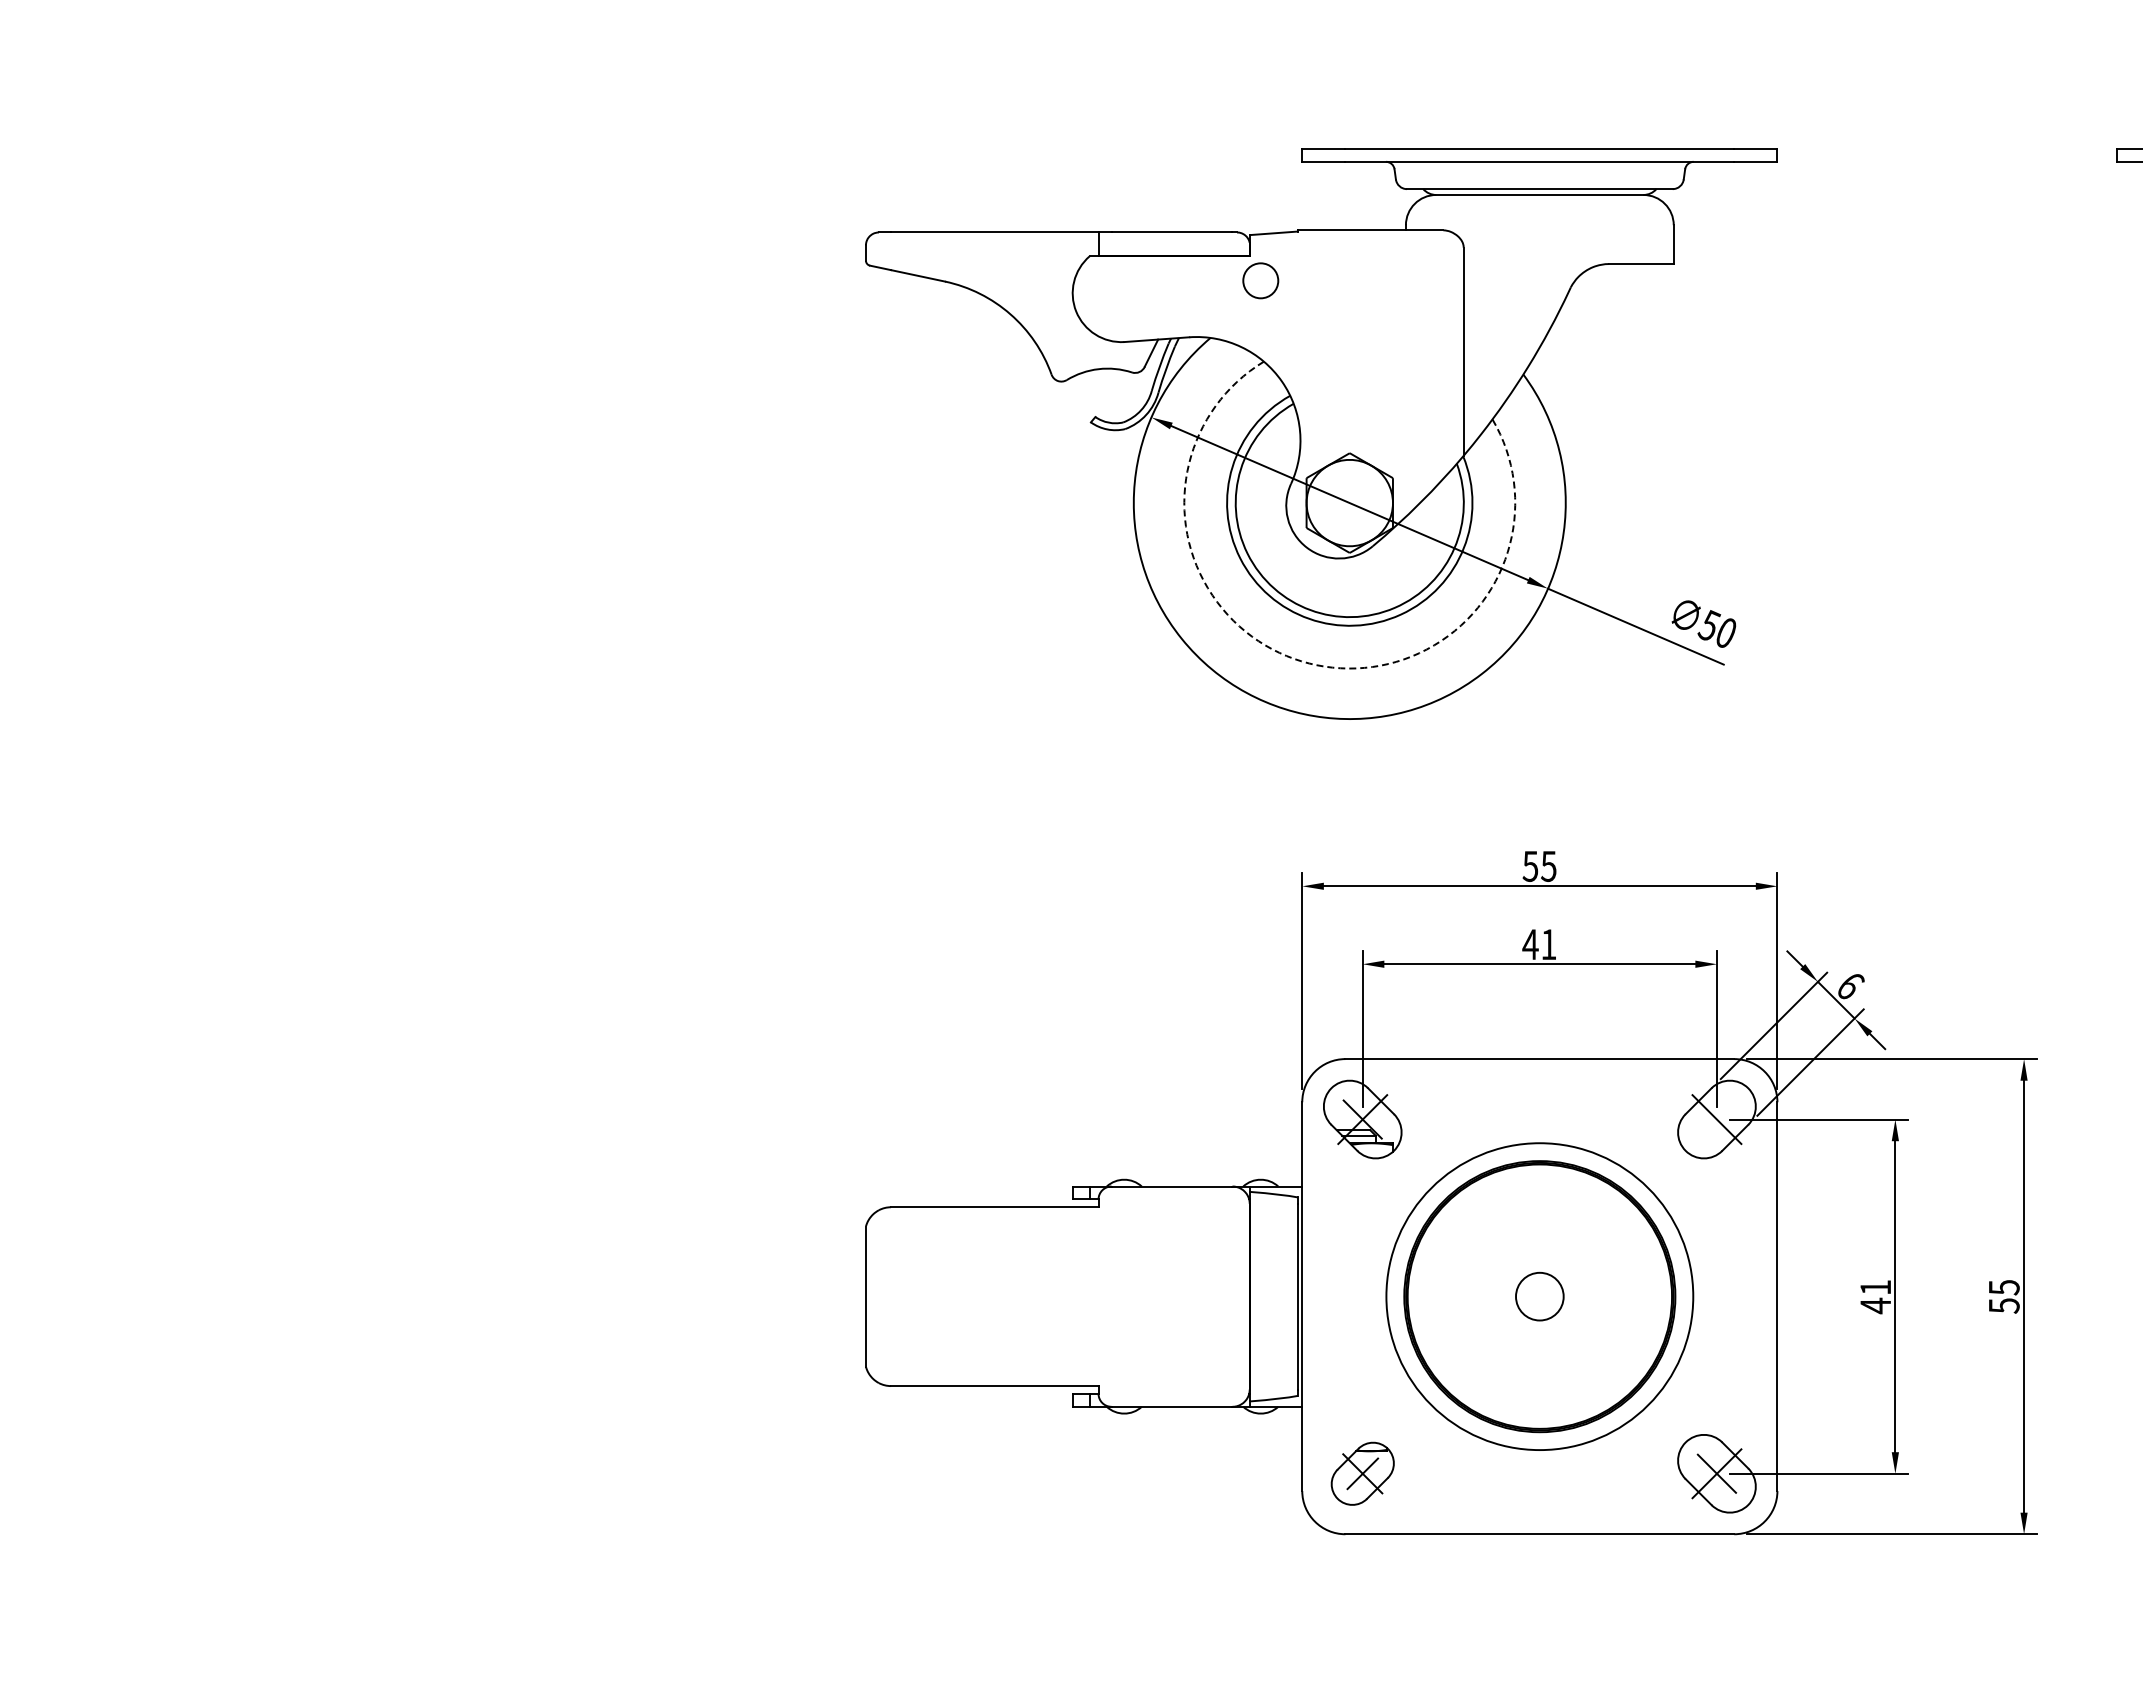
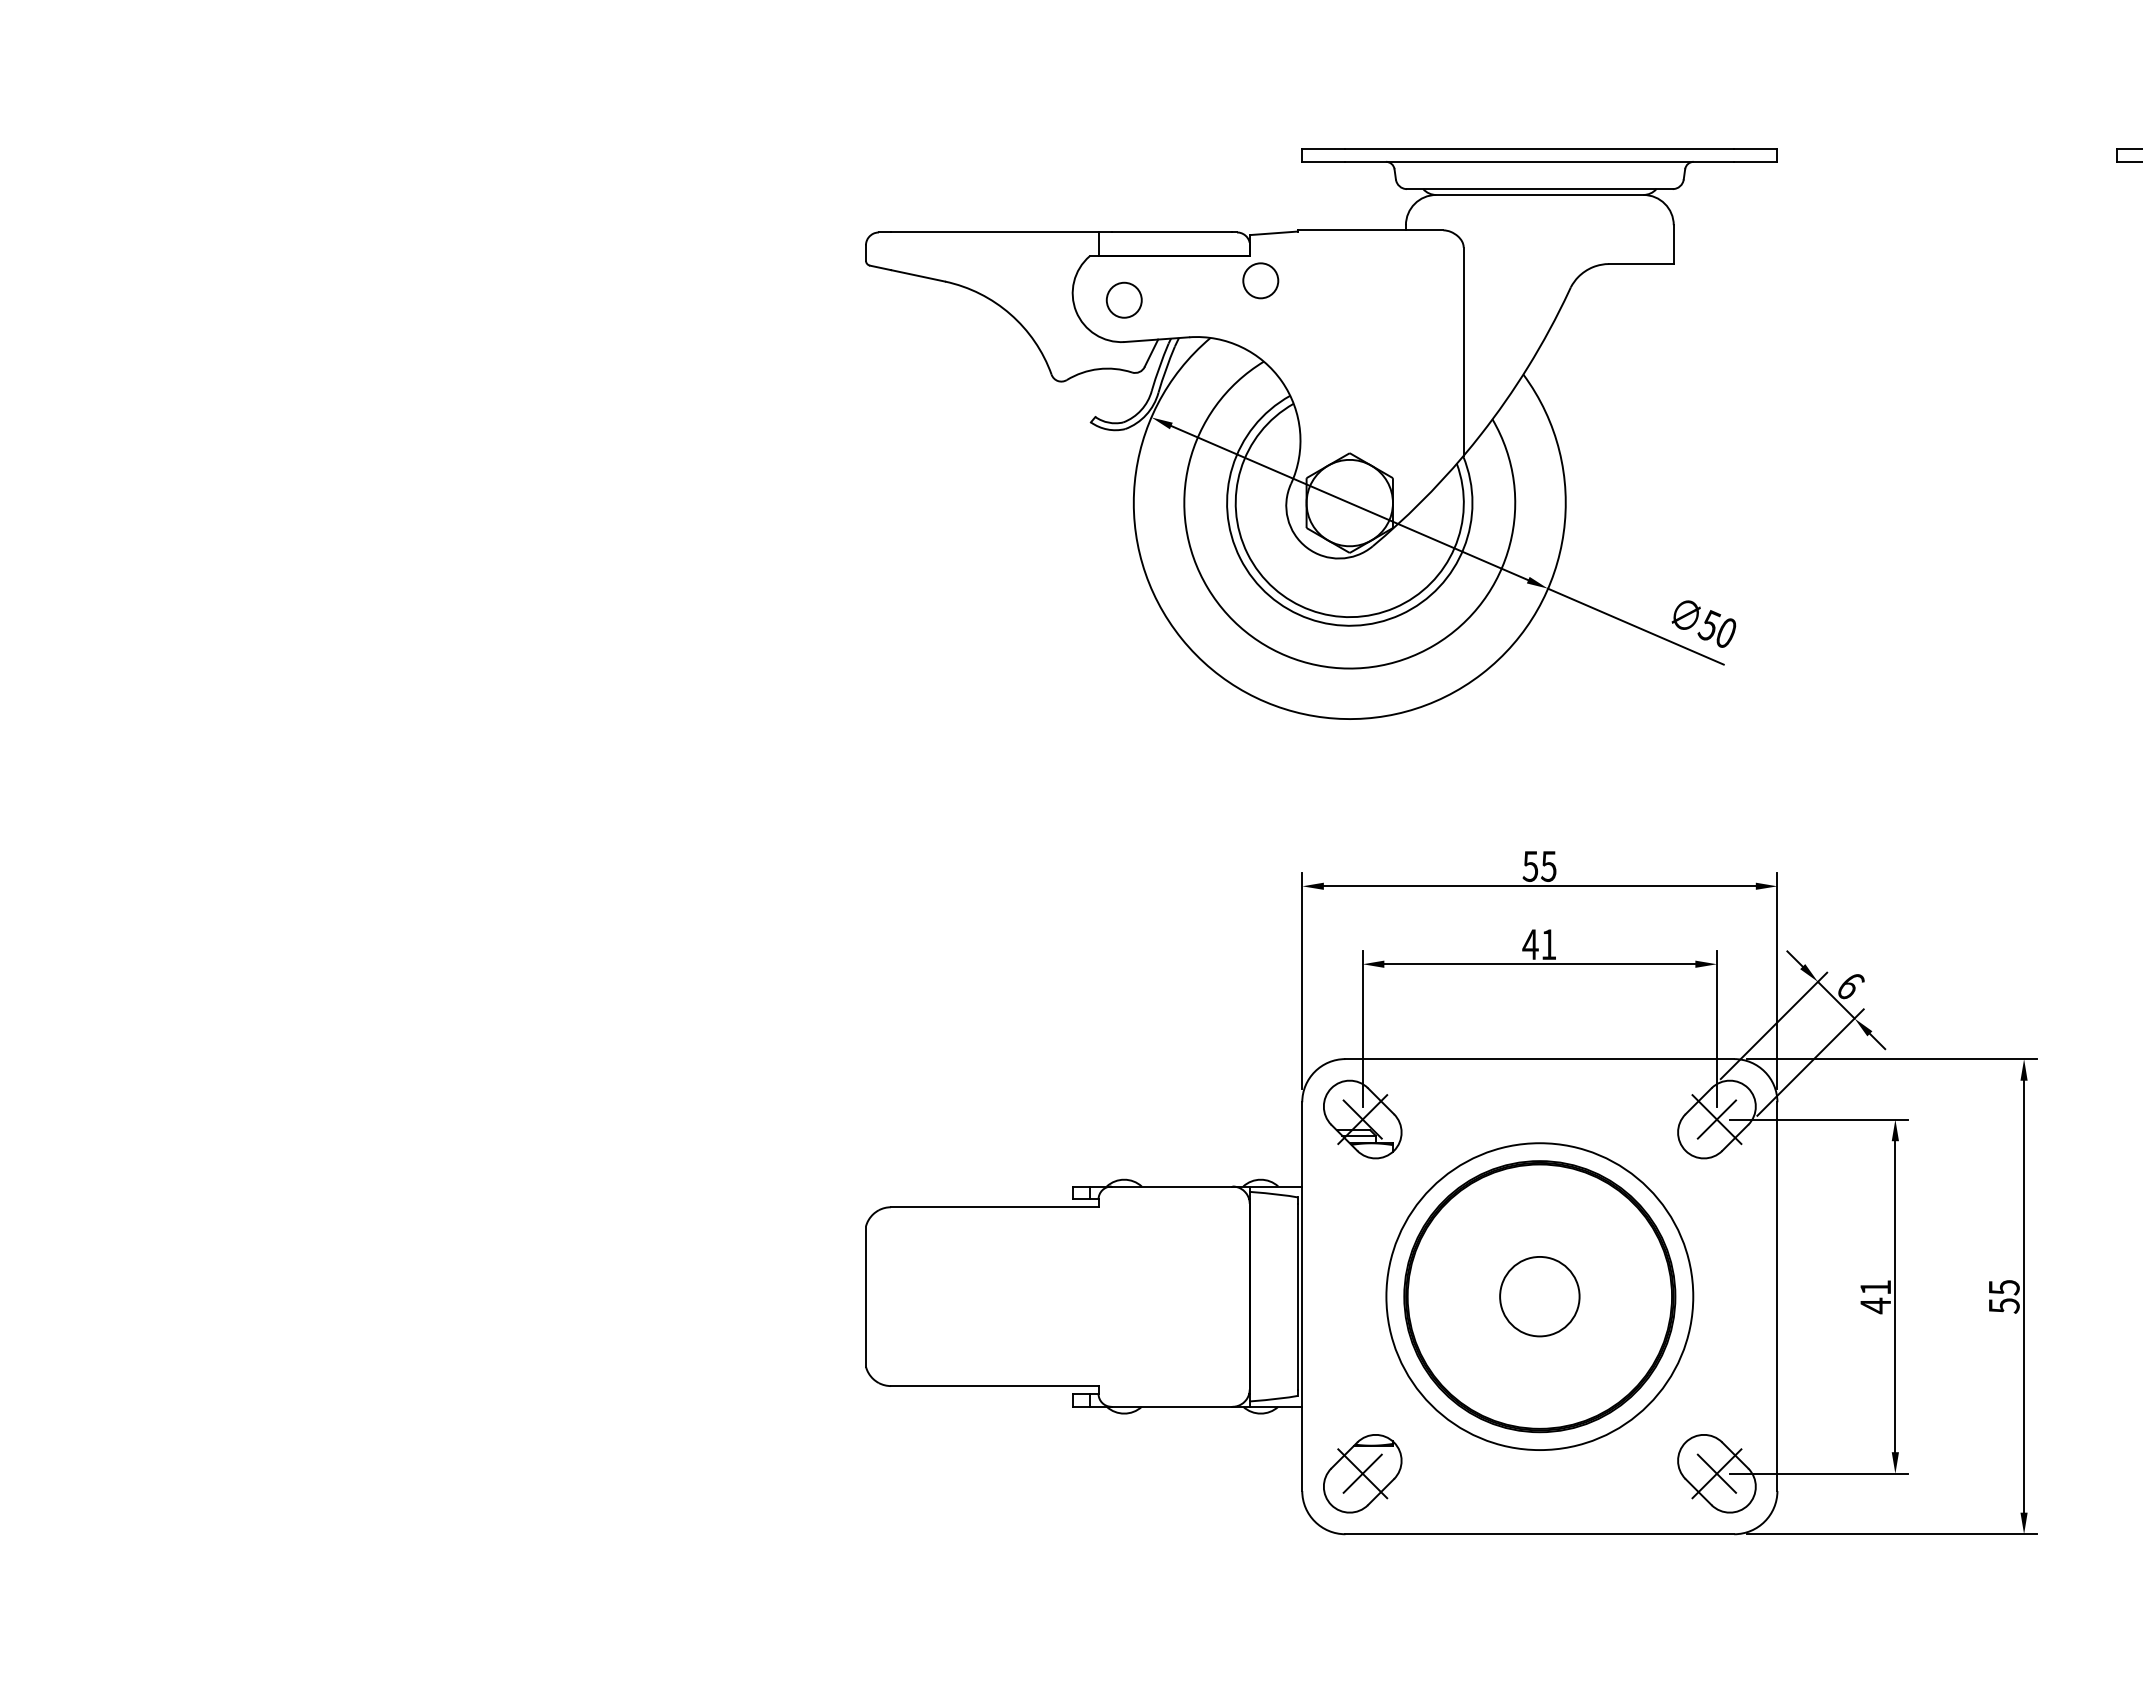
circle at (1123, 299): none -> present
arc at (1309, 663): dashed -> solid
line at (1716, 1119): none -> present
circle at (1539, 1296) diameter: 48 px -> 79 px
part at (1362, 1473) size: 65x65 px -> 80x80 px
